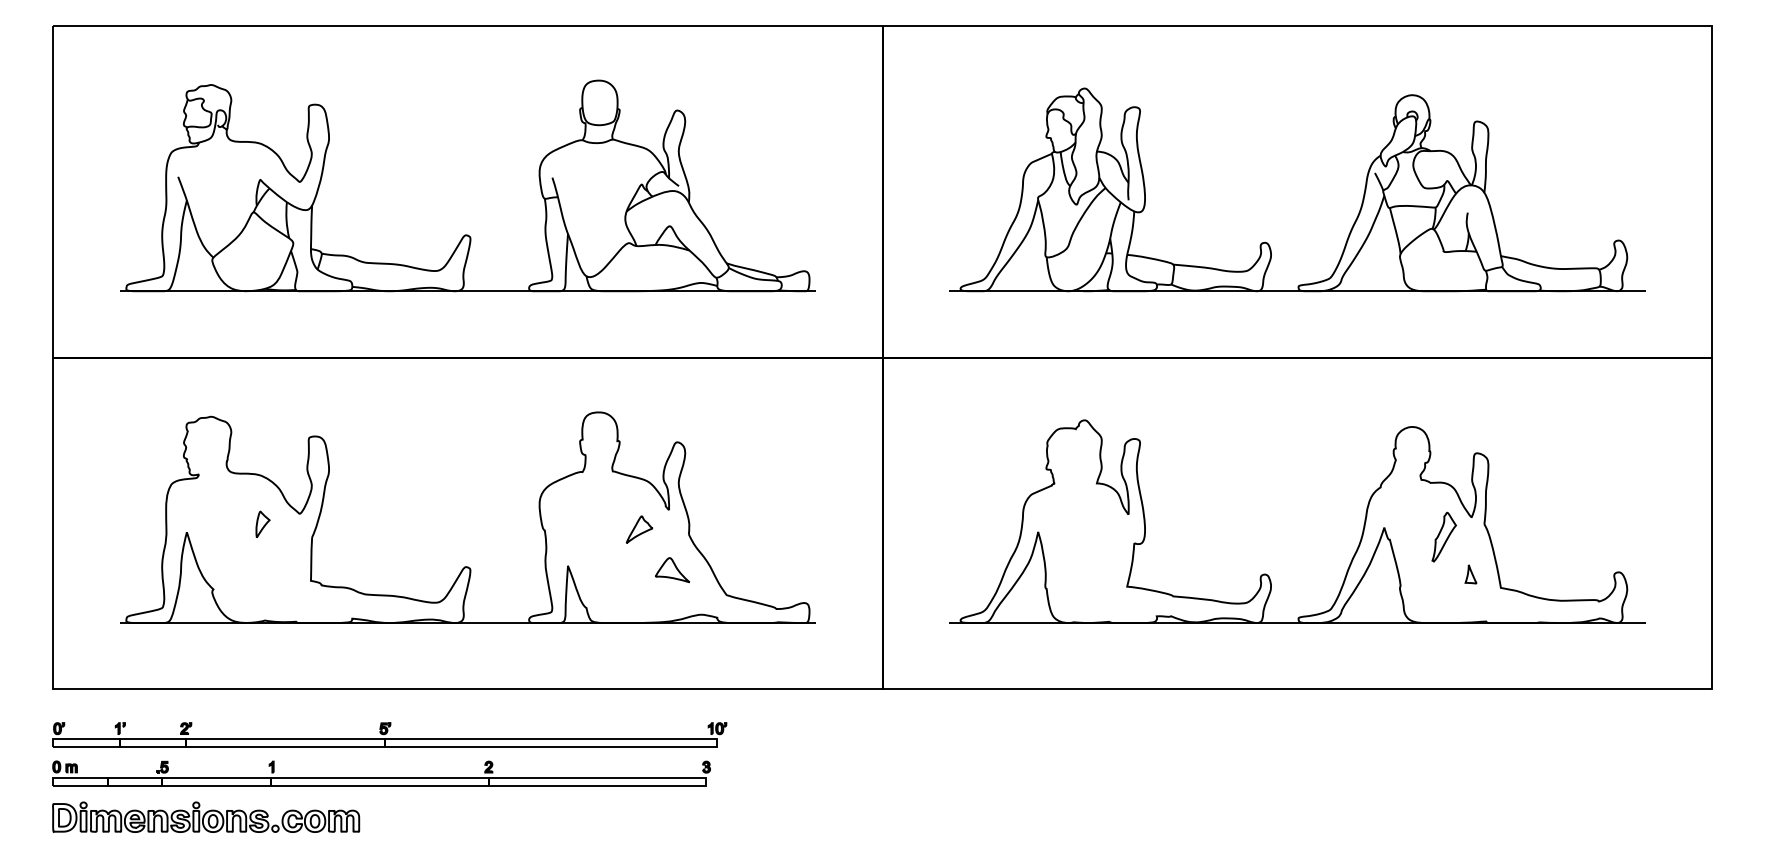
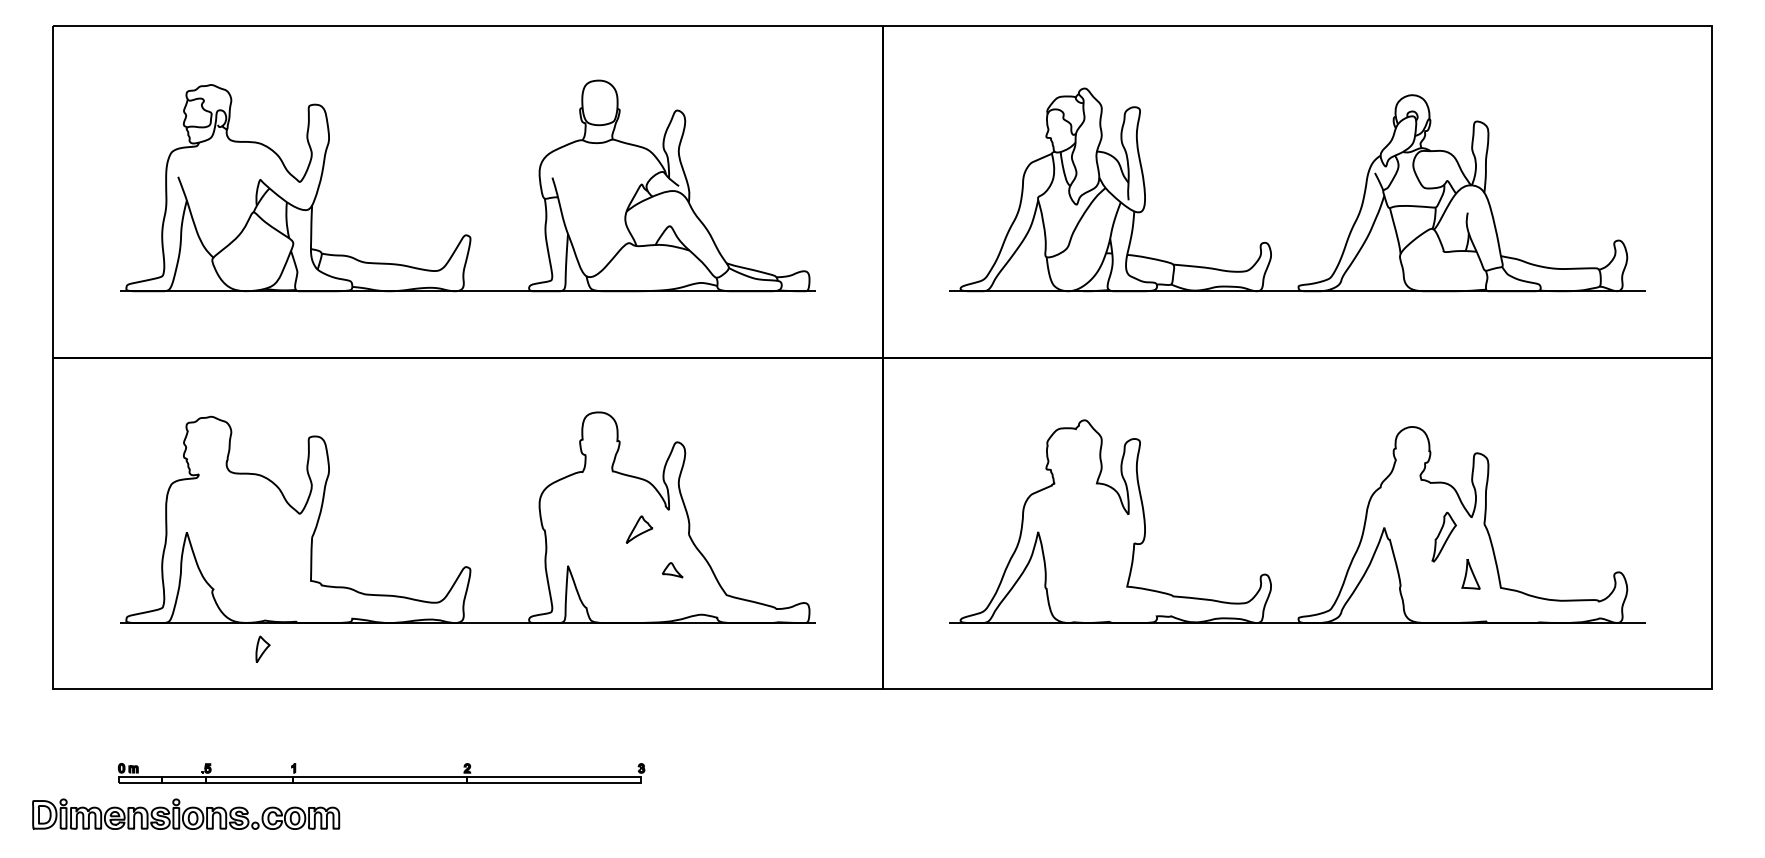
part at (262, 523) position: (262, 523) -> (262, 648)
part at (672, 570) size: 36x27 px -> 22x17 px
part at (1470, 574) size: 14x21 px -> 20x31 px
part at (389, 734): present -> none
part at (381, 773) size: 659x27 px -> 528x21 px
part at (206, 816) position: (206, 816) -> (186, 813)
